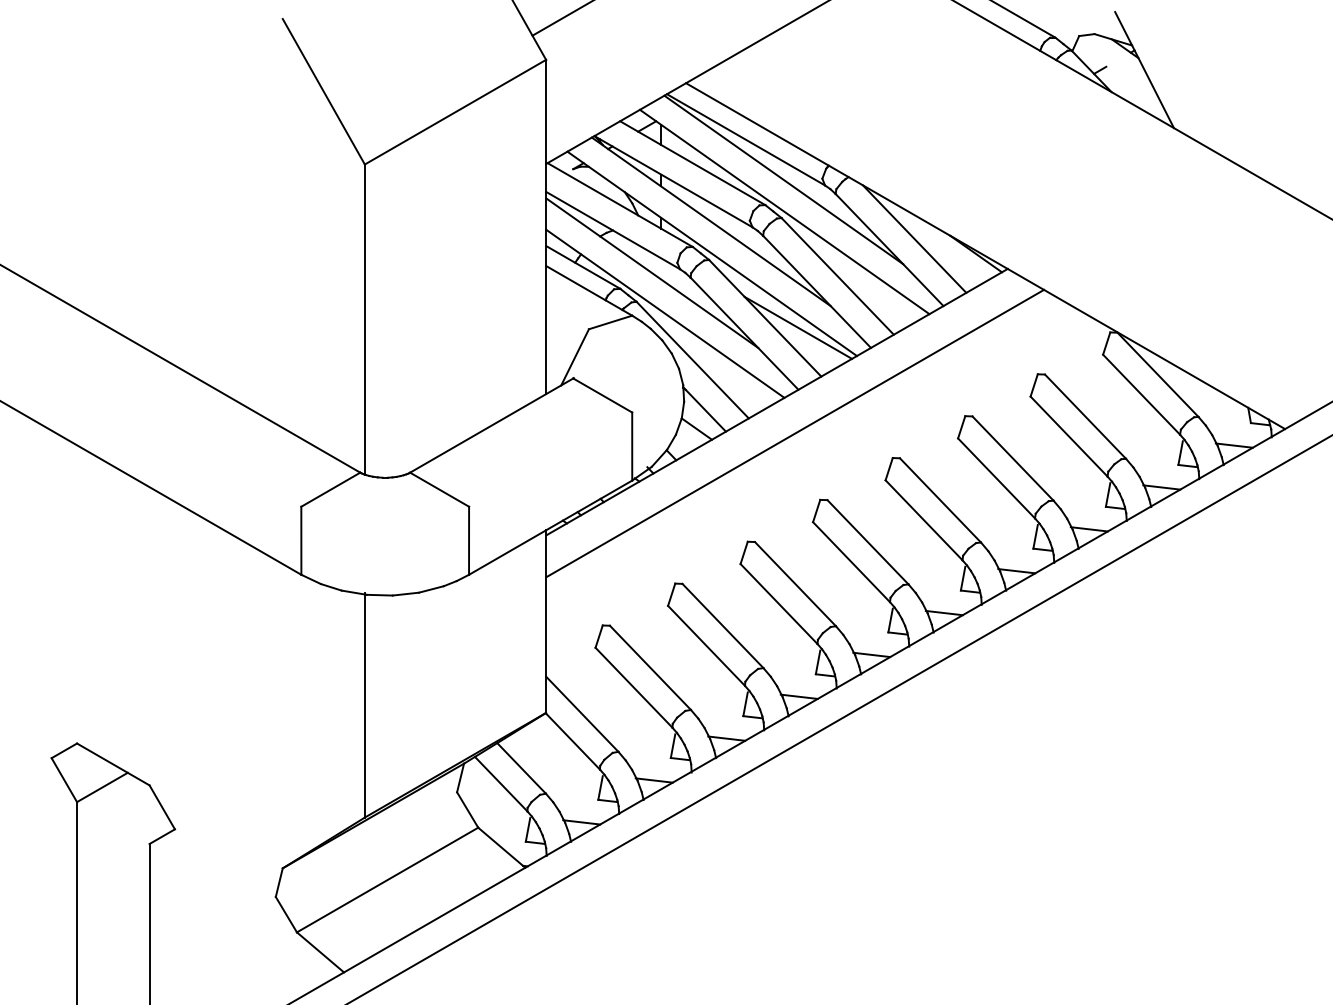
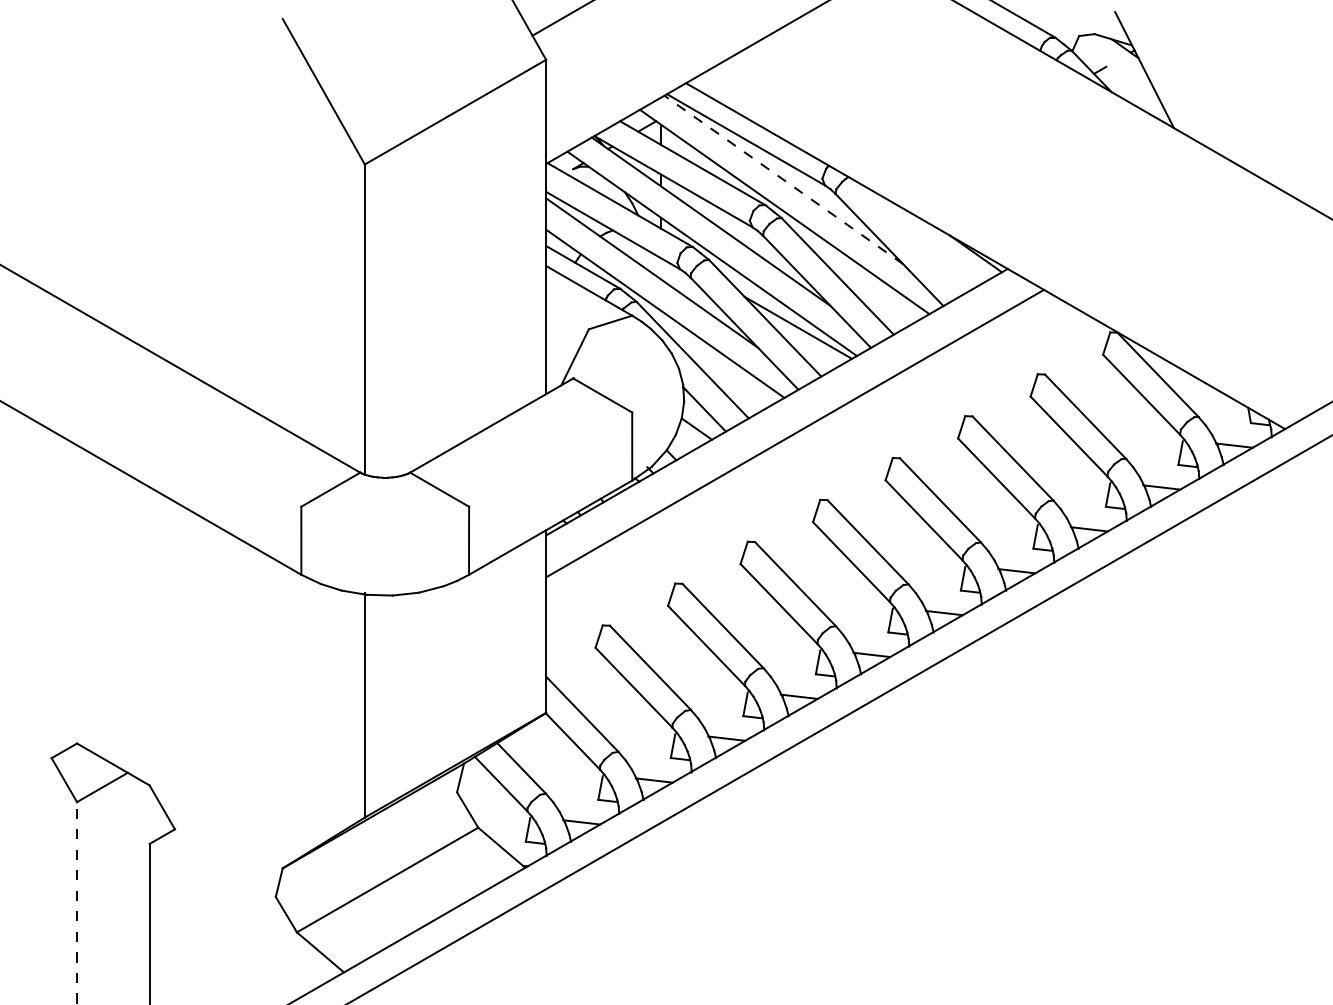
line at (783, 179): solid -> dashed
line at (914, 238): present -> none
line at (77, 902): solid -> dashed
